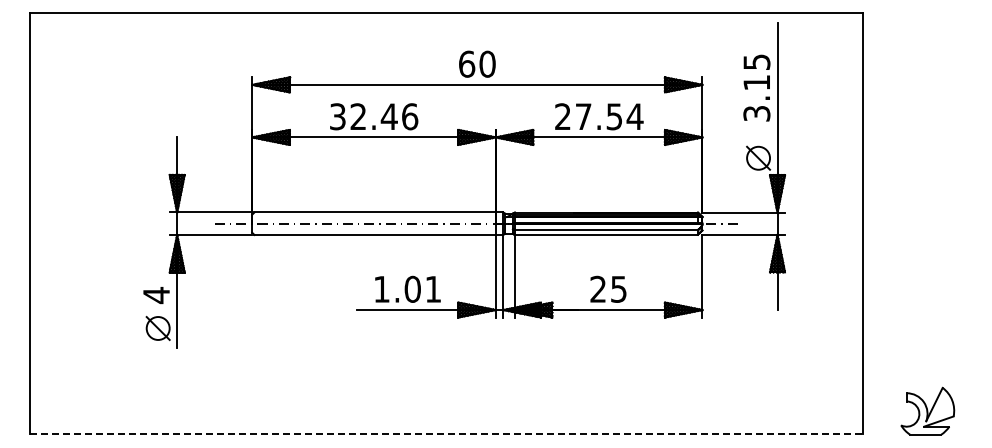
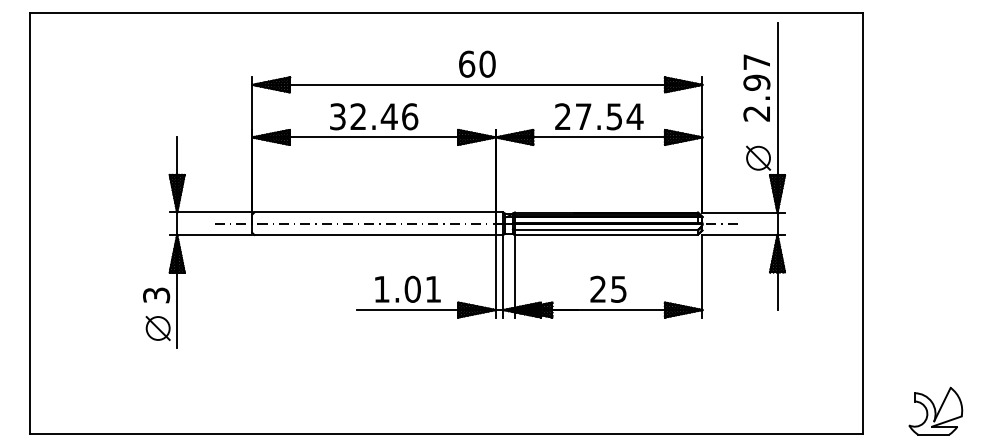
text at (756, 87): 3.15 -> 2.97
text at (156, 295): 4 -> 3
part at (927, 410) position: (927, 410) -> (935, 410)
line at (446, 434): dashed -> solid
